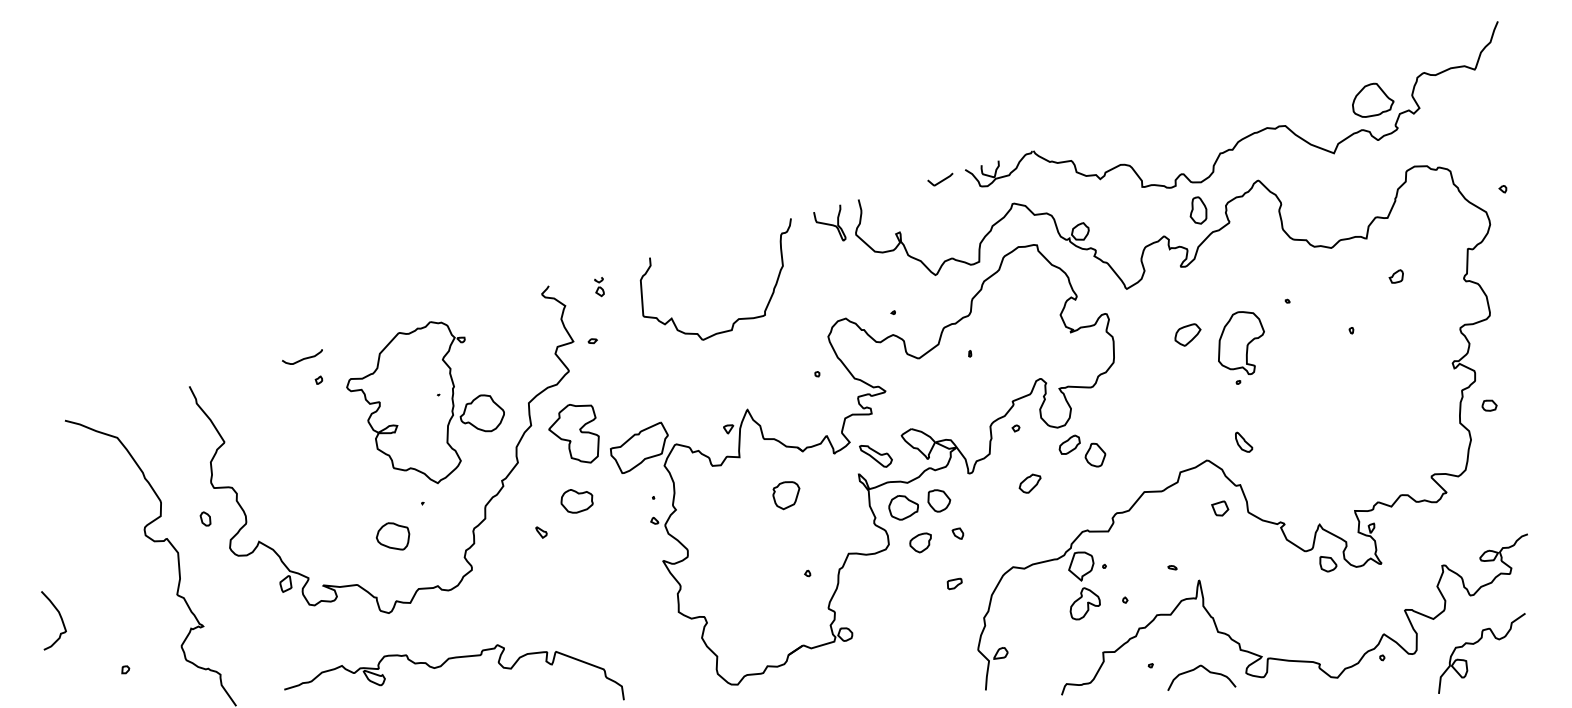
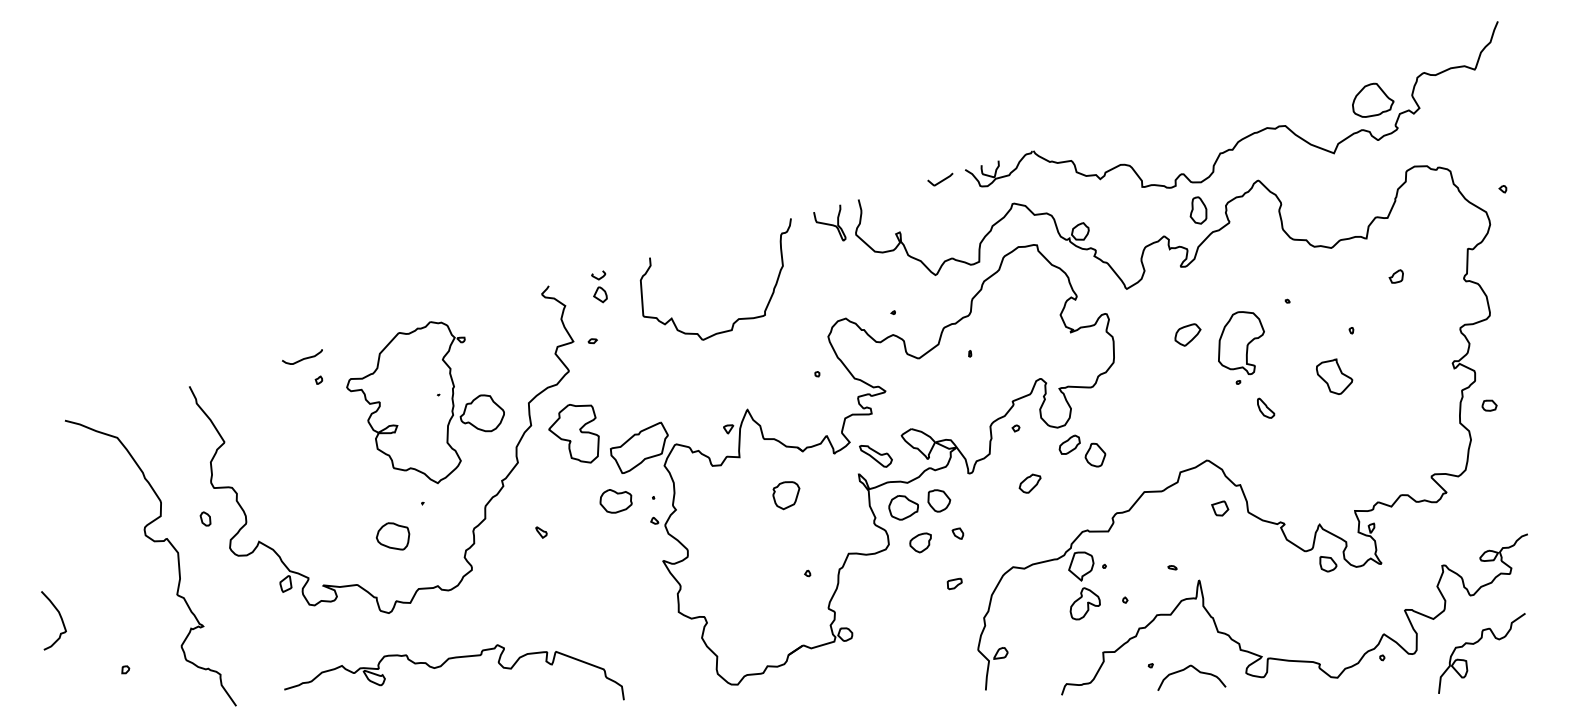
part at (599, 287) size: 11x21 px -> 17x34 px
part at (1334, 376): none -> present
part at (1244, 441) position: (1244, 441) -> (1266, 407)
part at (576, 501) position: (576, 501) -> (615, 501)
curve at (1207, 671) position: (1207, 671) -> (1197, 671)
